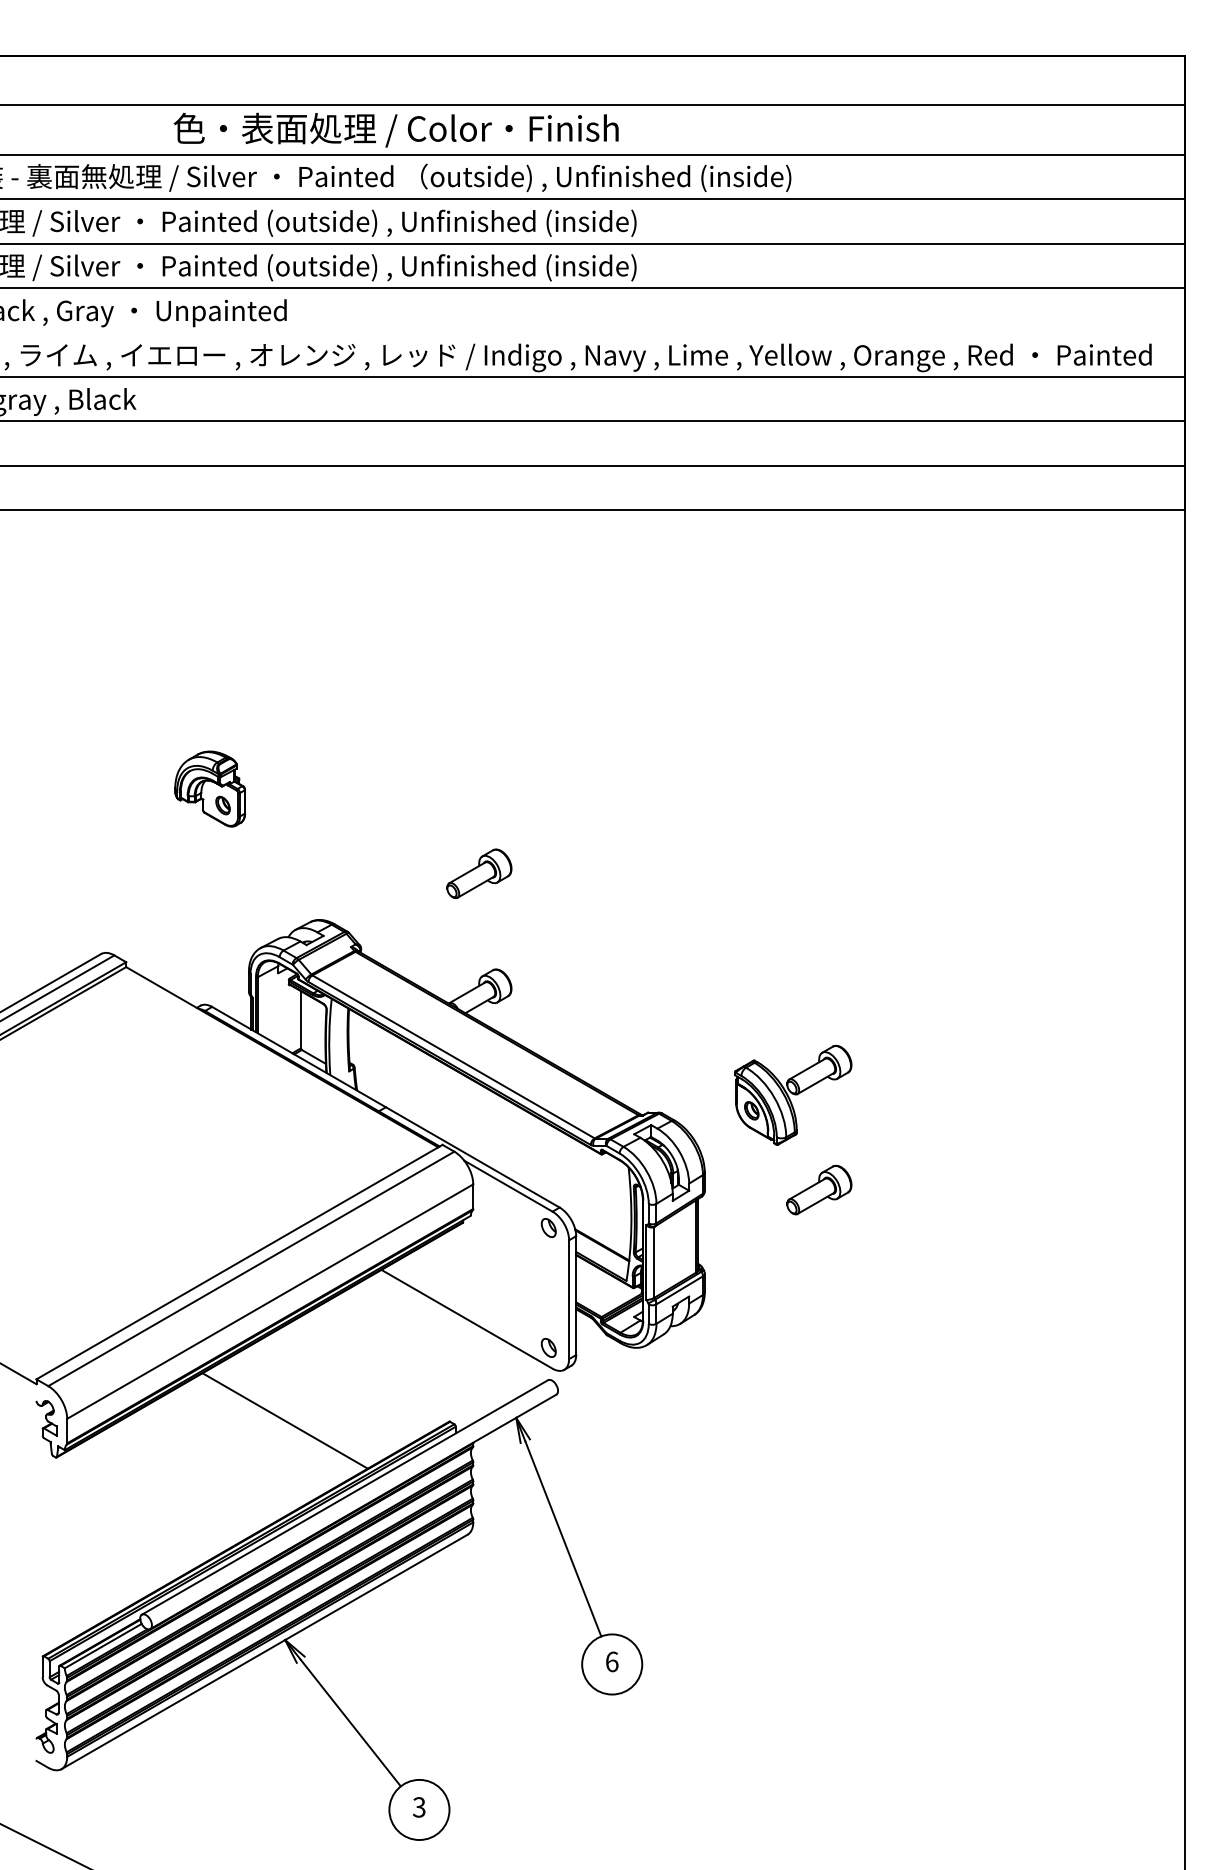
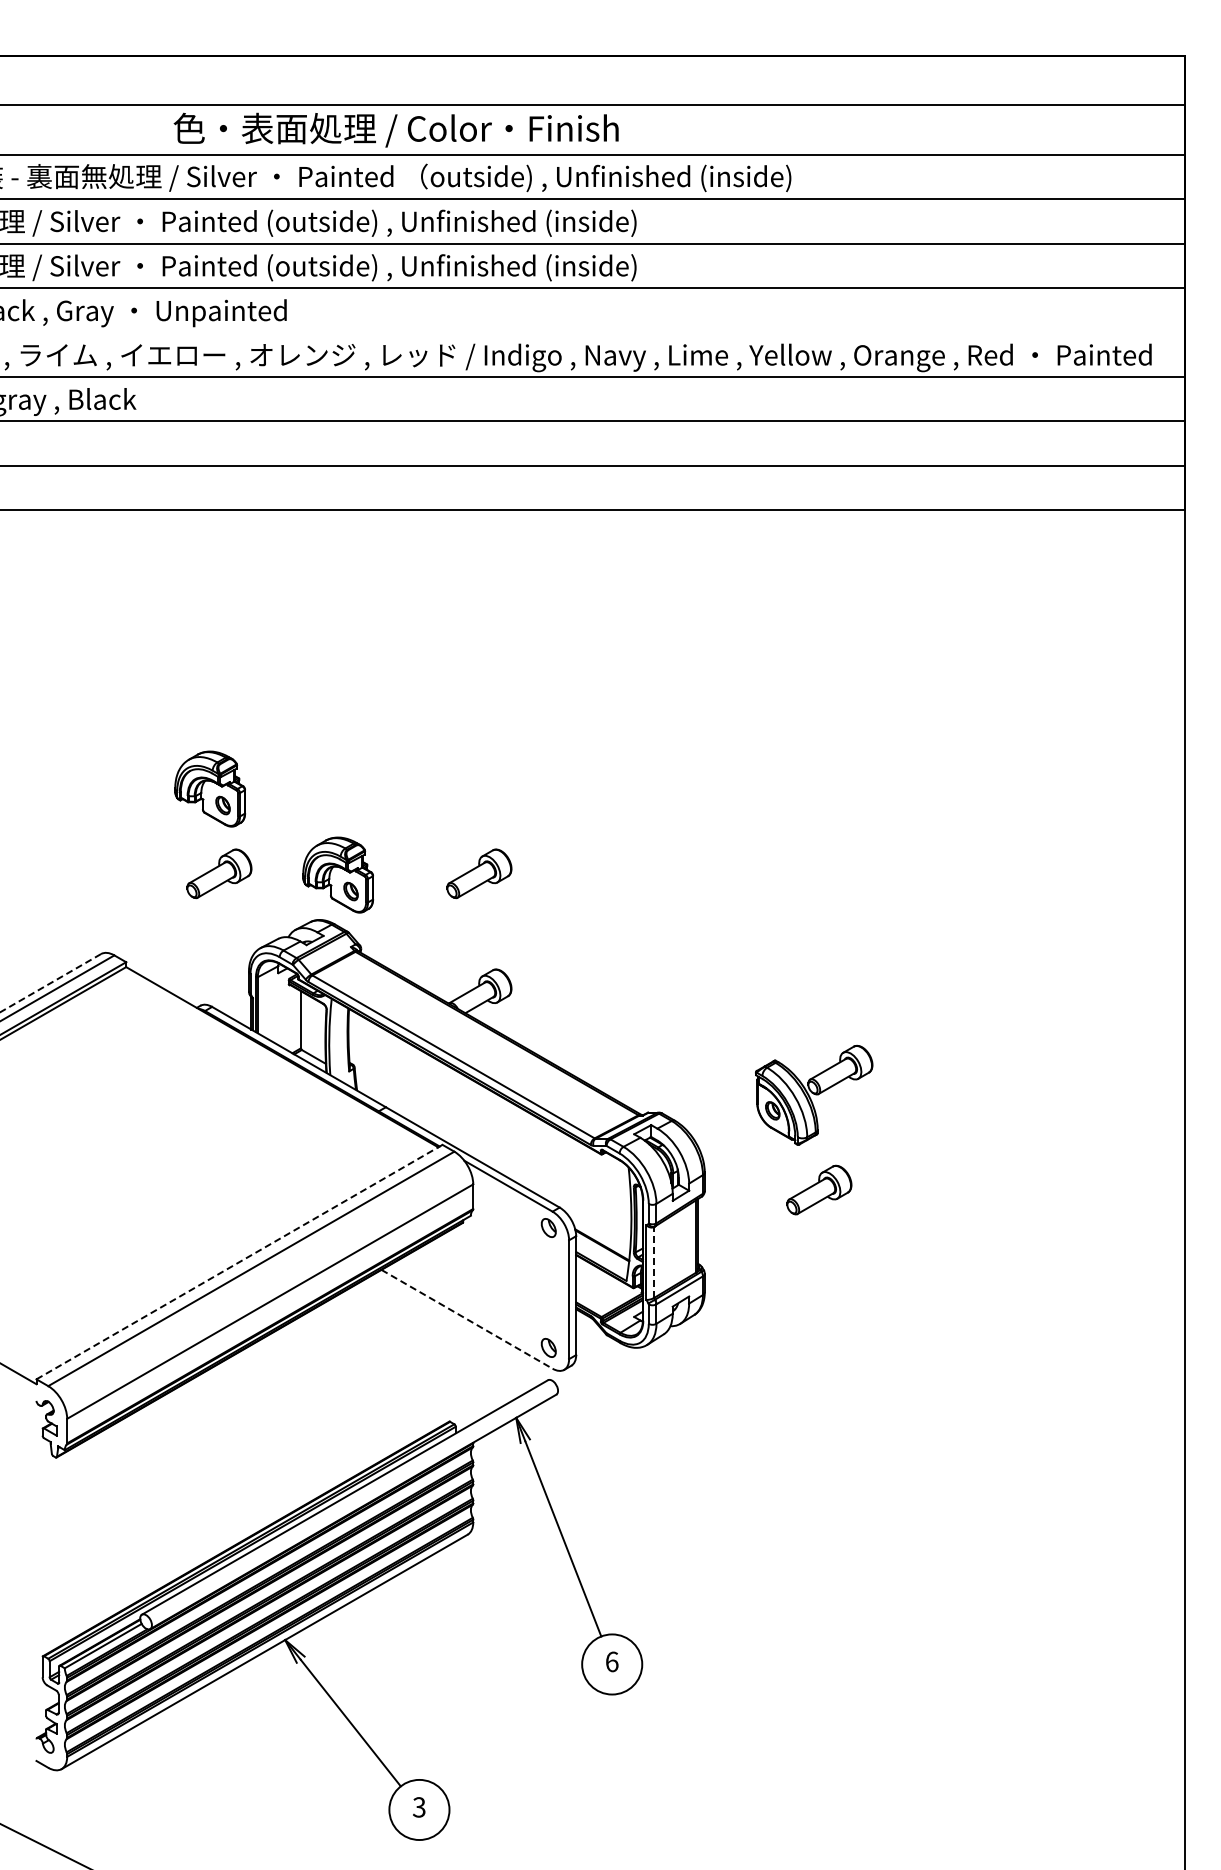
part at (219, 873): none -> present
part at (337, 874): none -> present
line at (50, 983): solid -> dashed
part at (793, 1094) position: (793, 1094) -> (814, 1094)
line at (239, 1262): solid -> dashed
line at (654, 1262): solid -> dashed
line at (467, 1319): solid -> dashed
line at (284, 1420): present -> none
